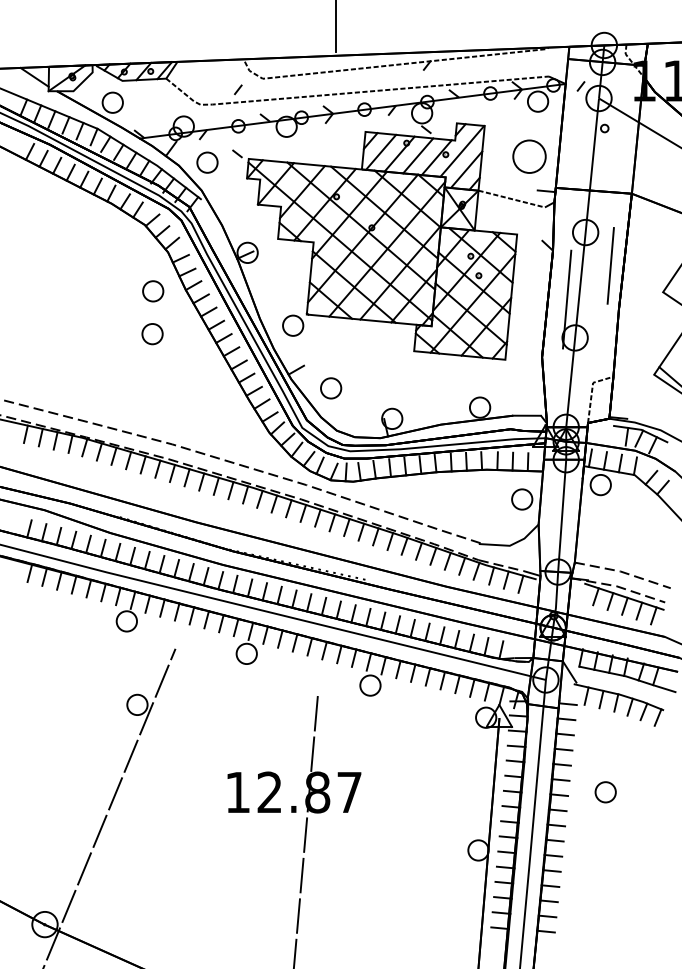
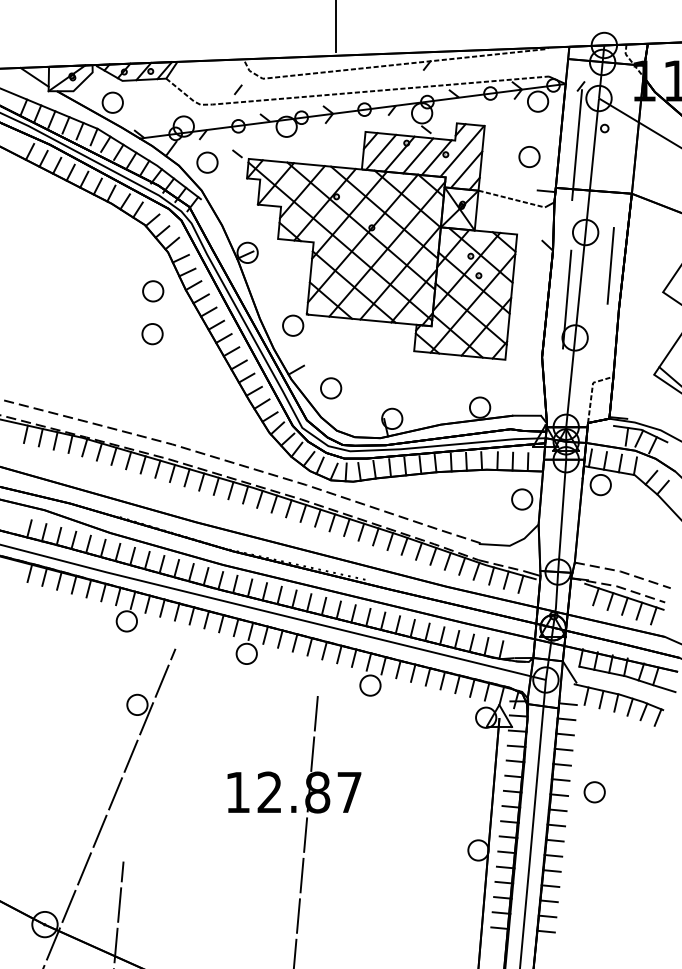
line at (577, 145): none -> present
part at (529, 156) size: 35x35 px -> 23x23 px
part at (605, 792) position: (605, 792) -> (594, 792)
line at (118, 913): none -> present
